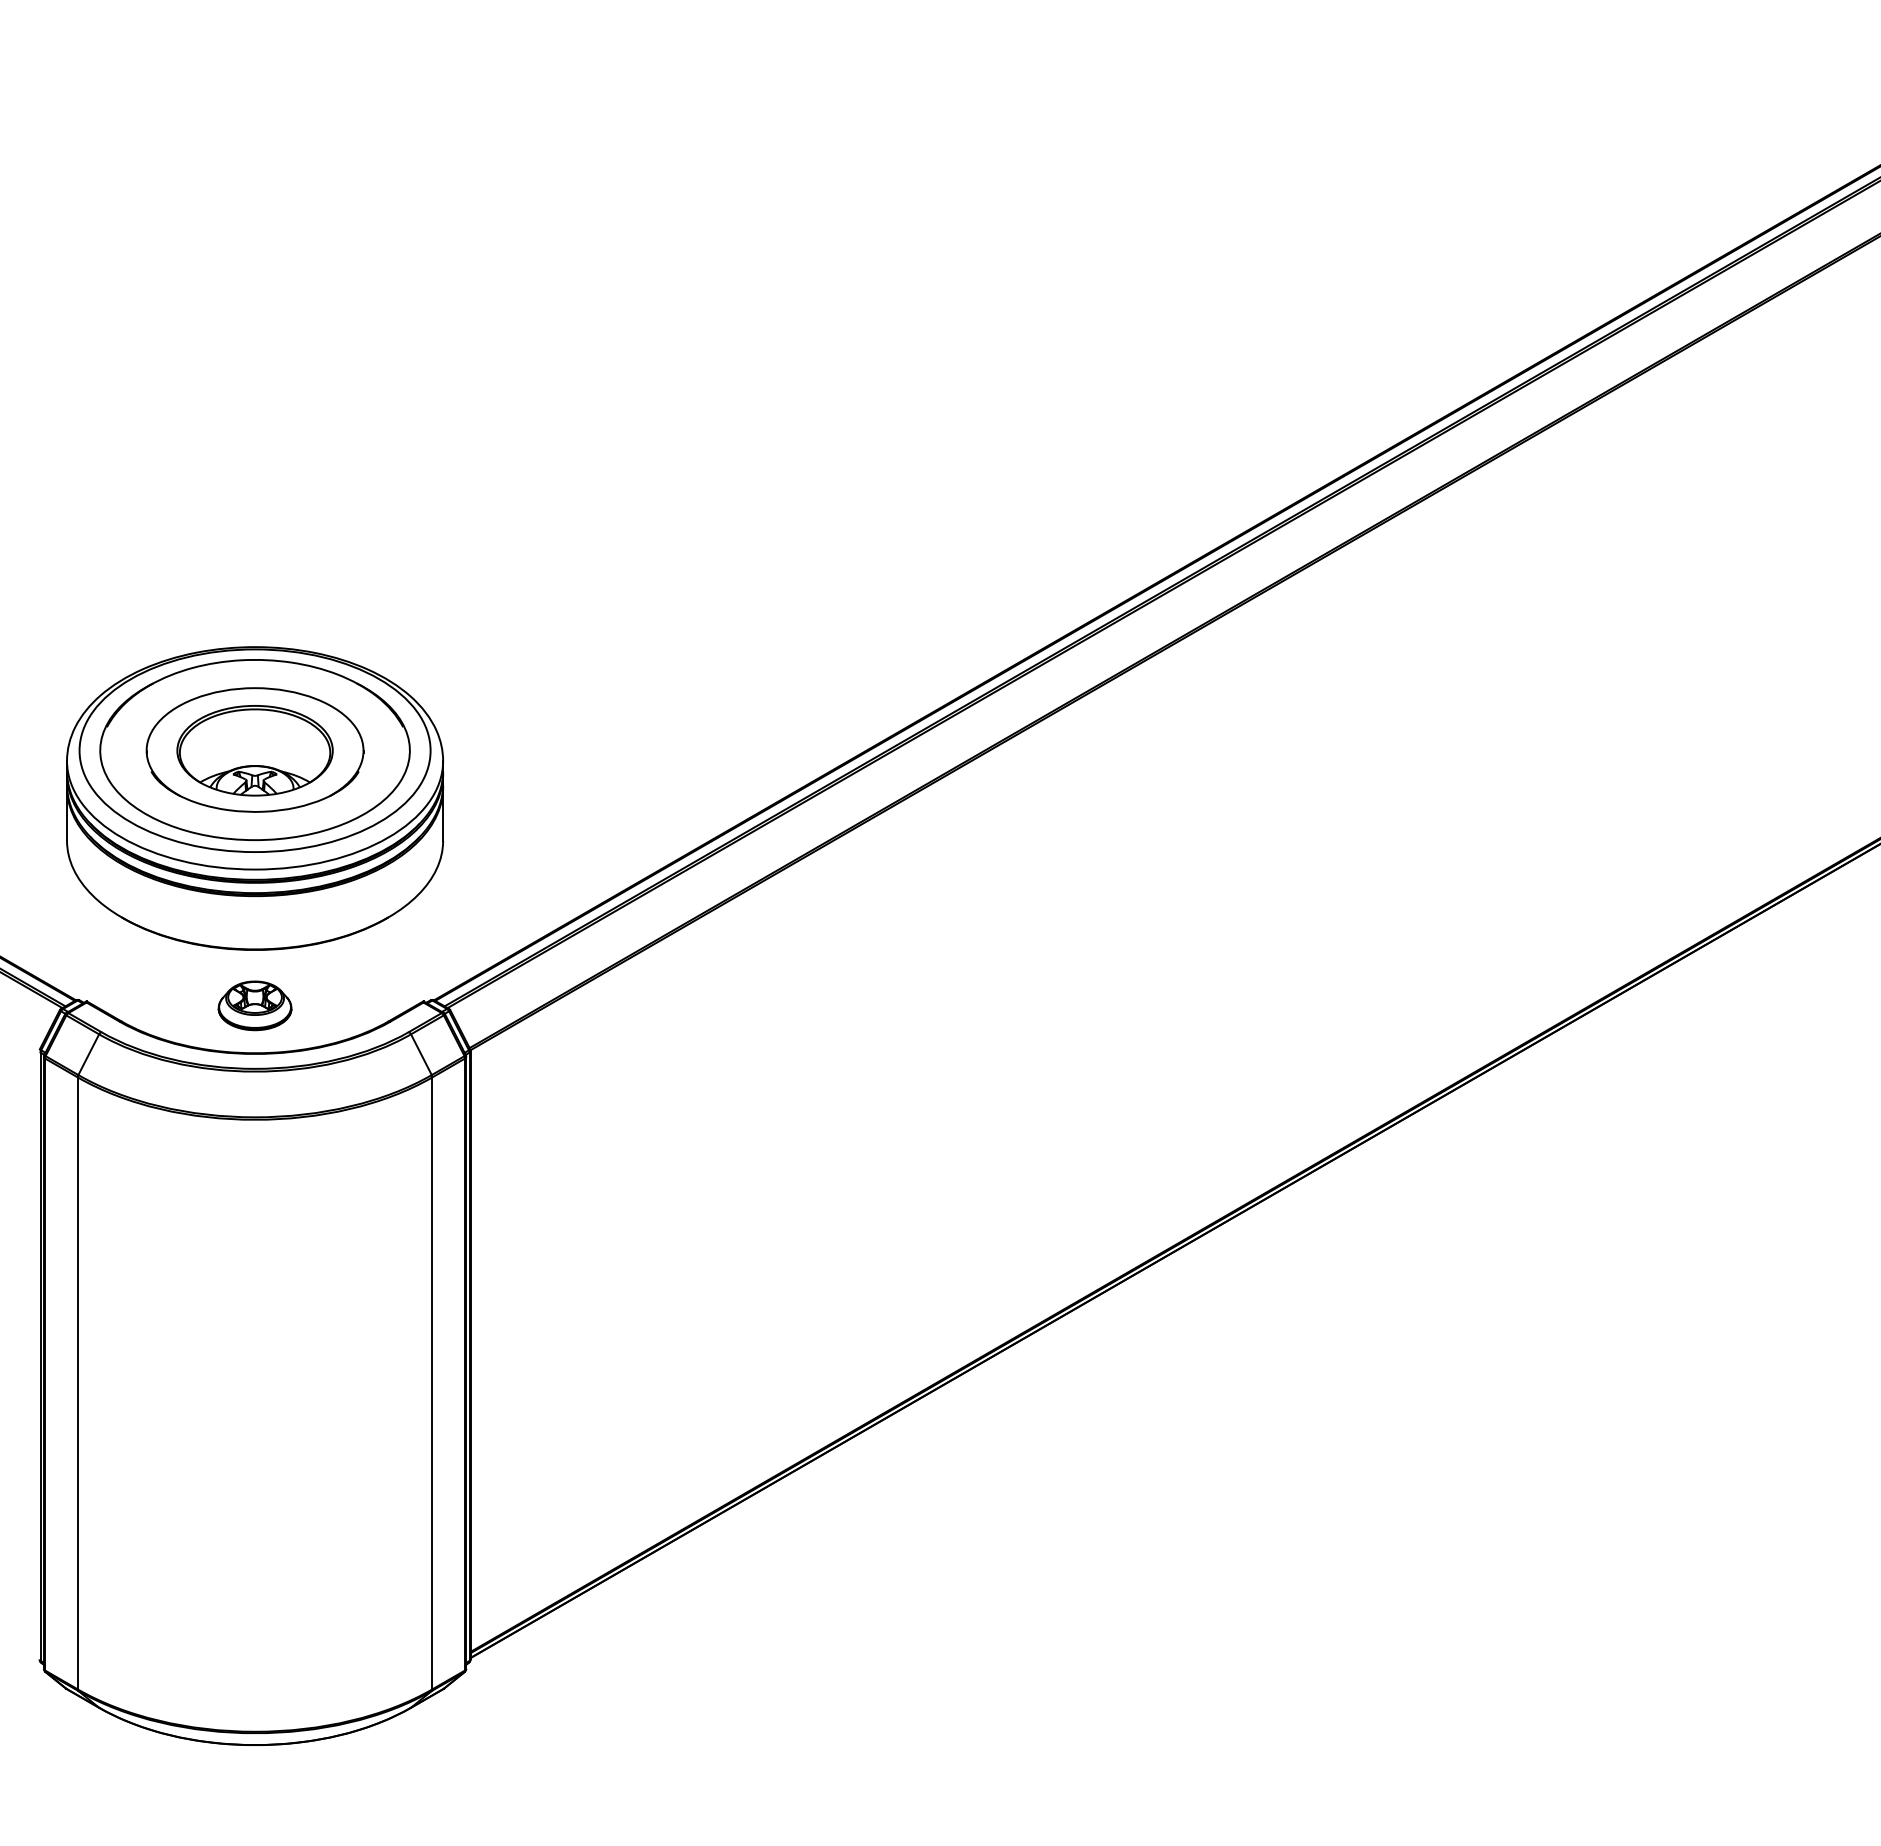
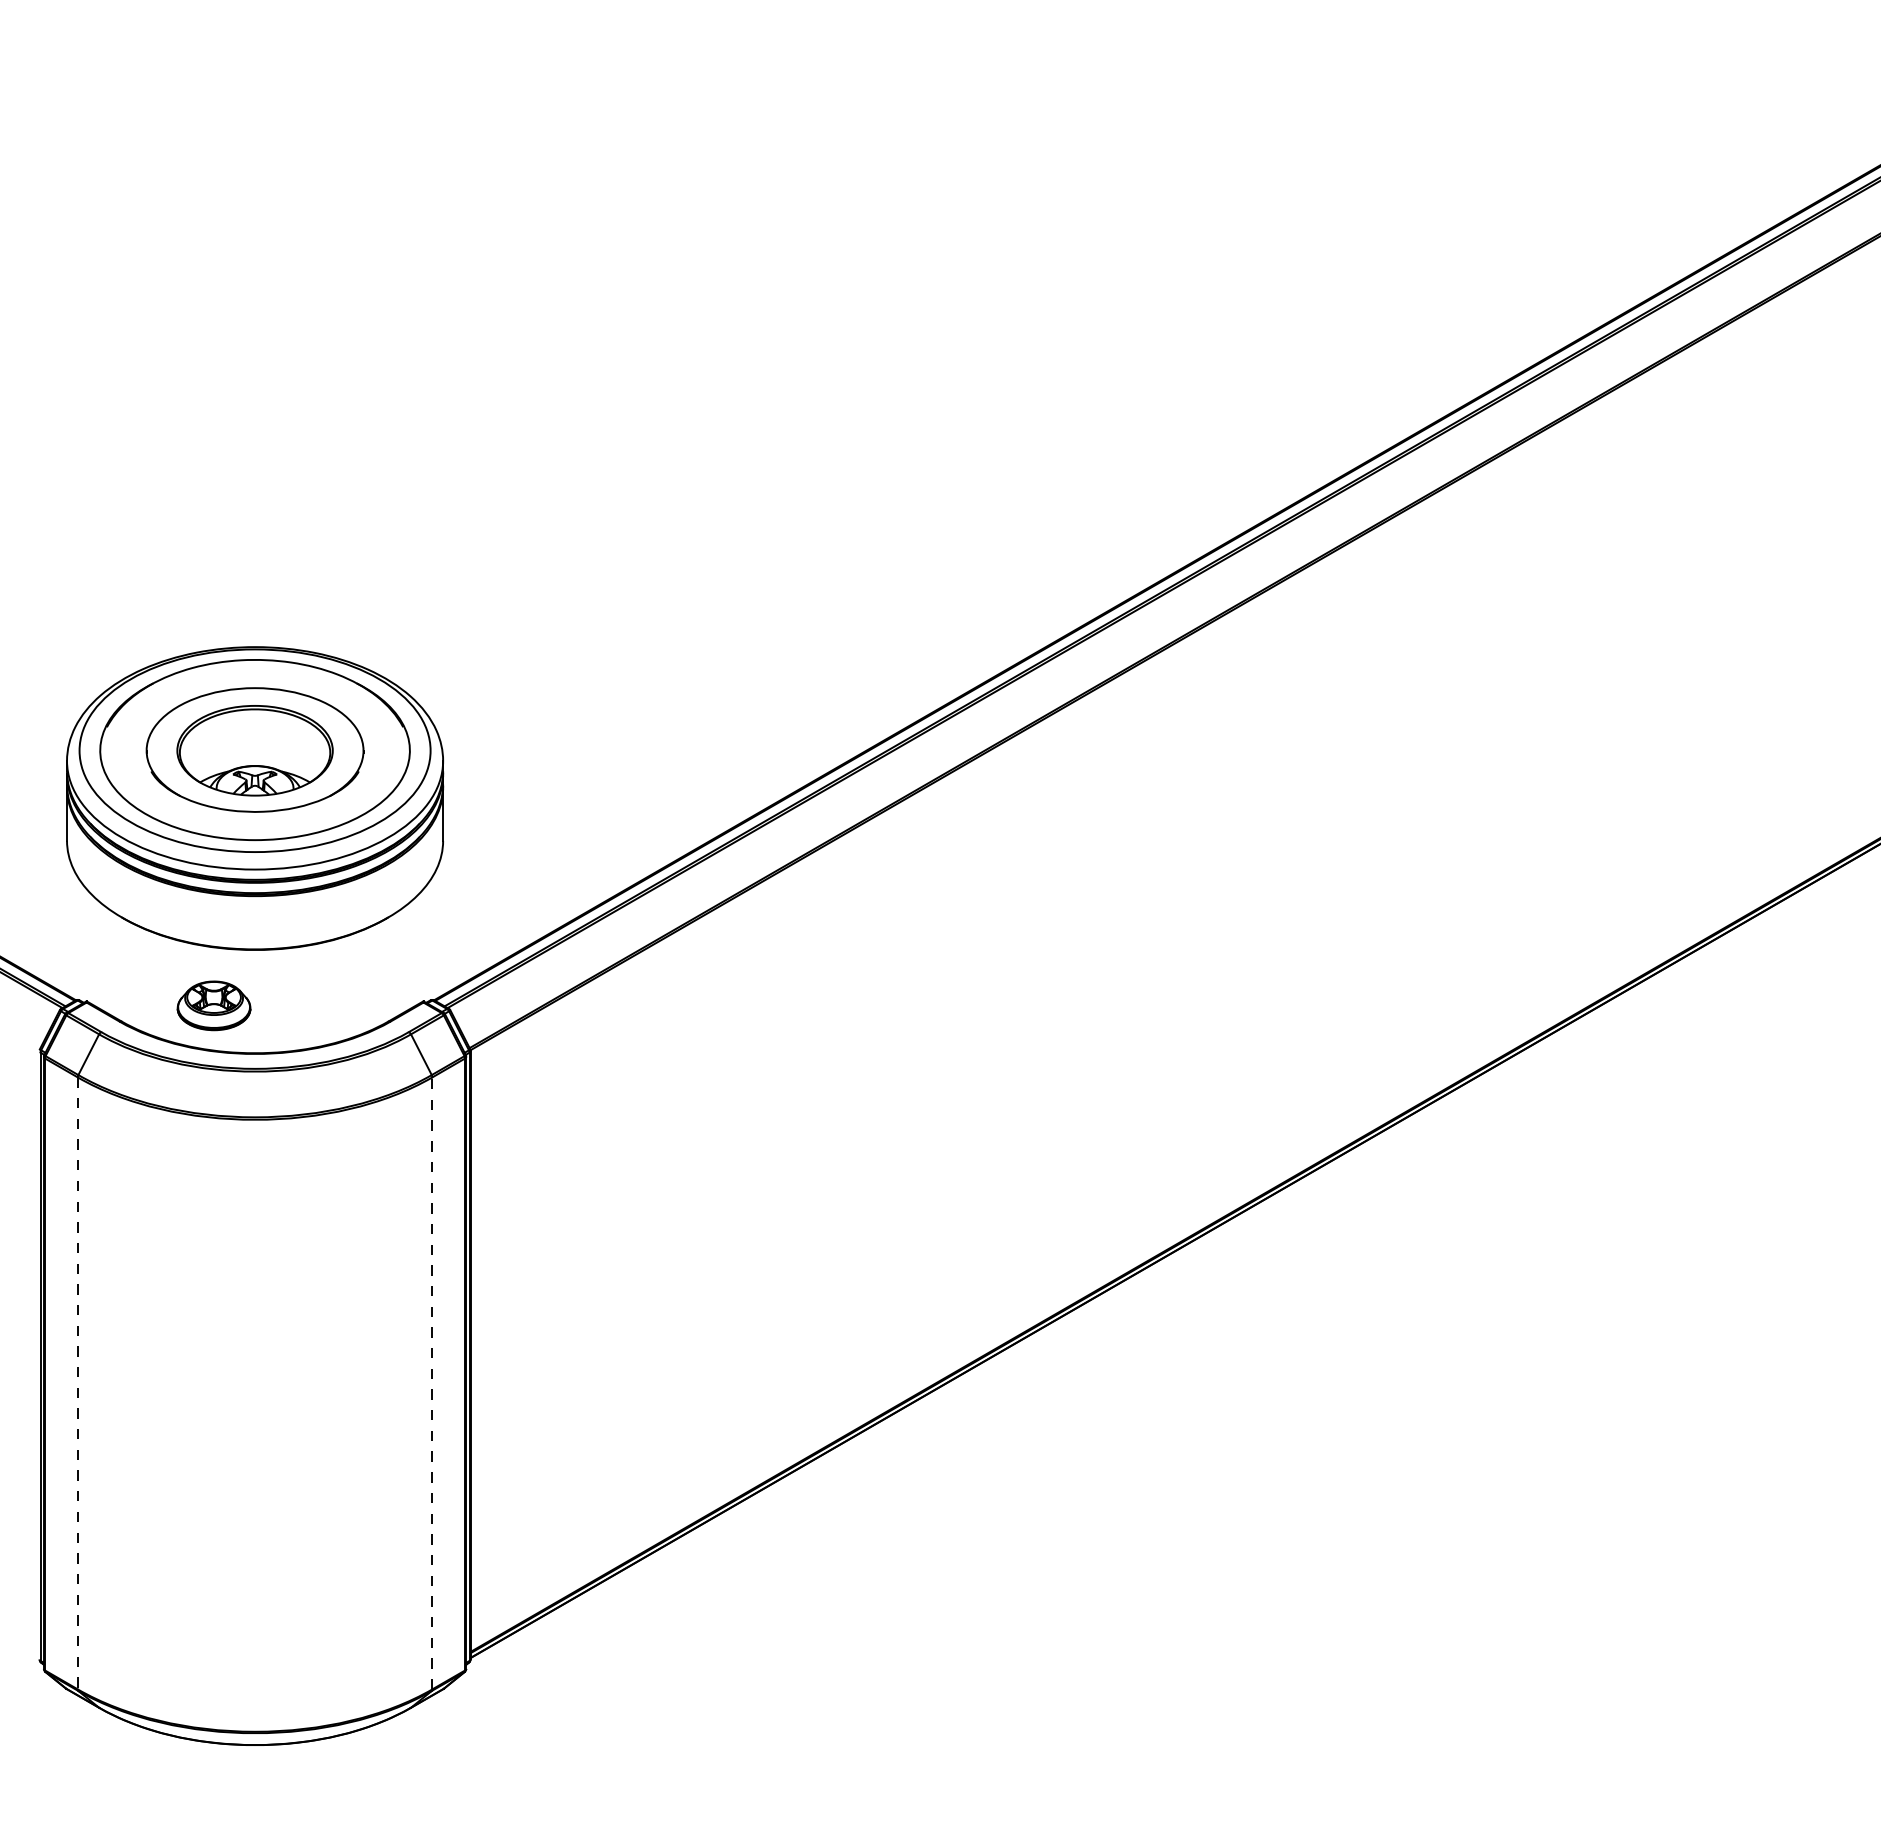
part at (254, 1005) position: (254, 1005) -> (213, 1005)
line at (77, 1383): solid -> dashed
line at (432, 1383): solid -> dashed
